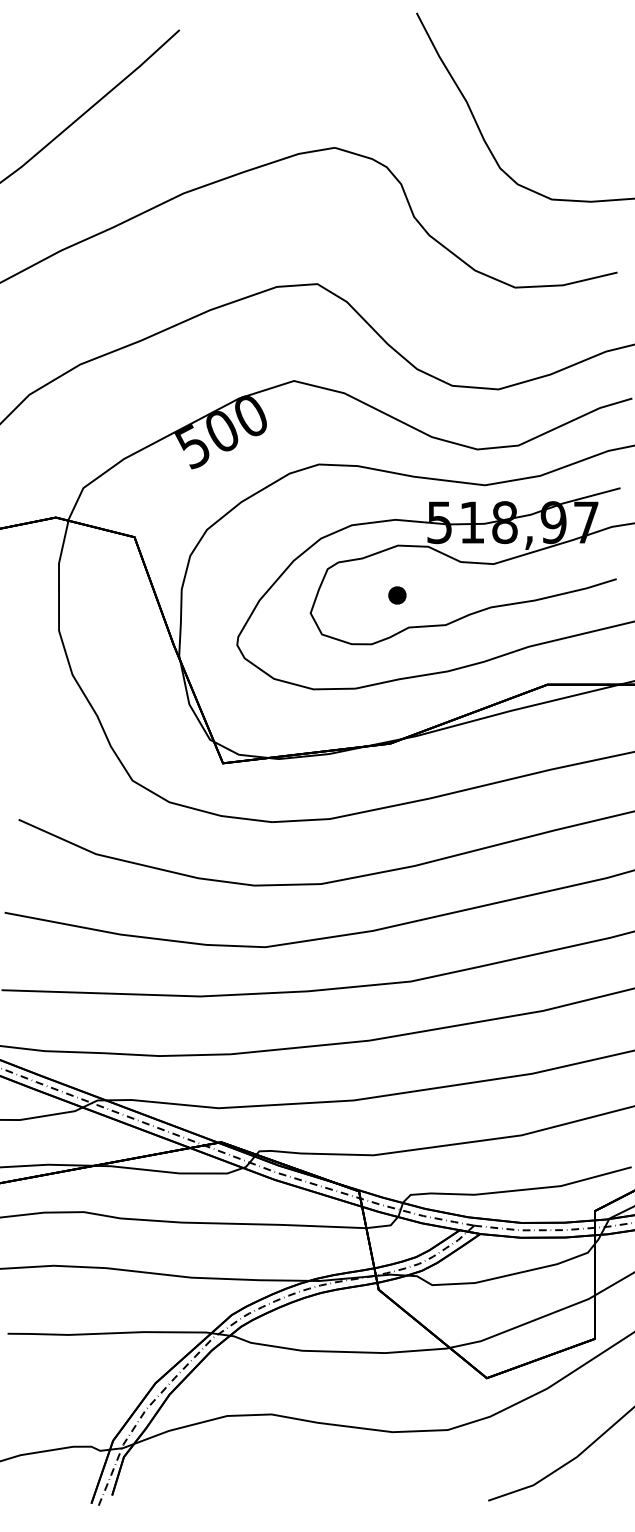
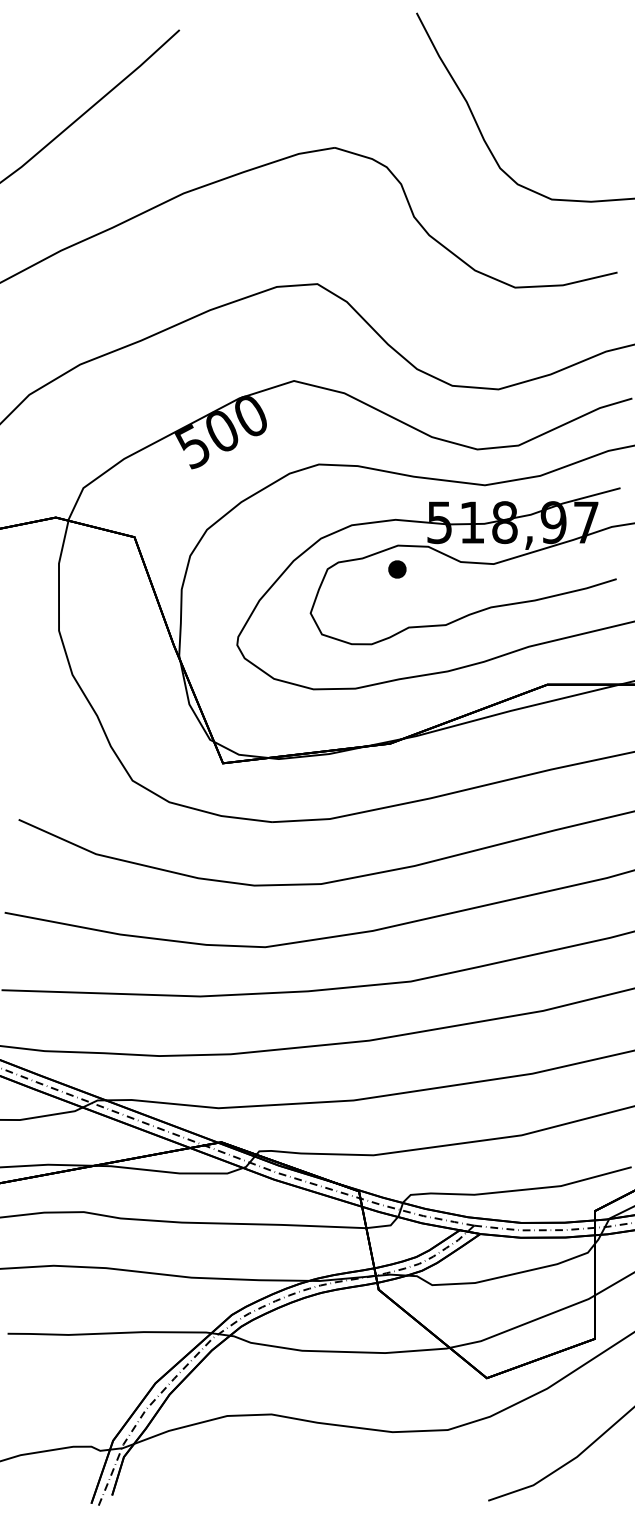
part at (397, 595) position: (397, 595) -> (397, 569)
